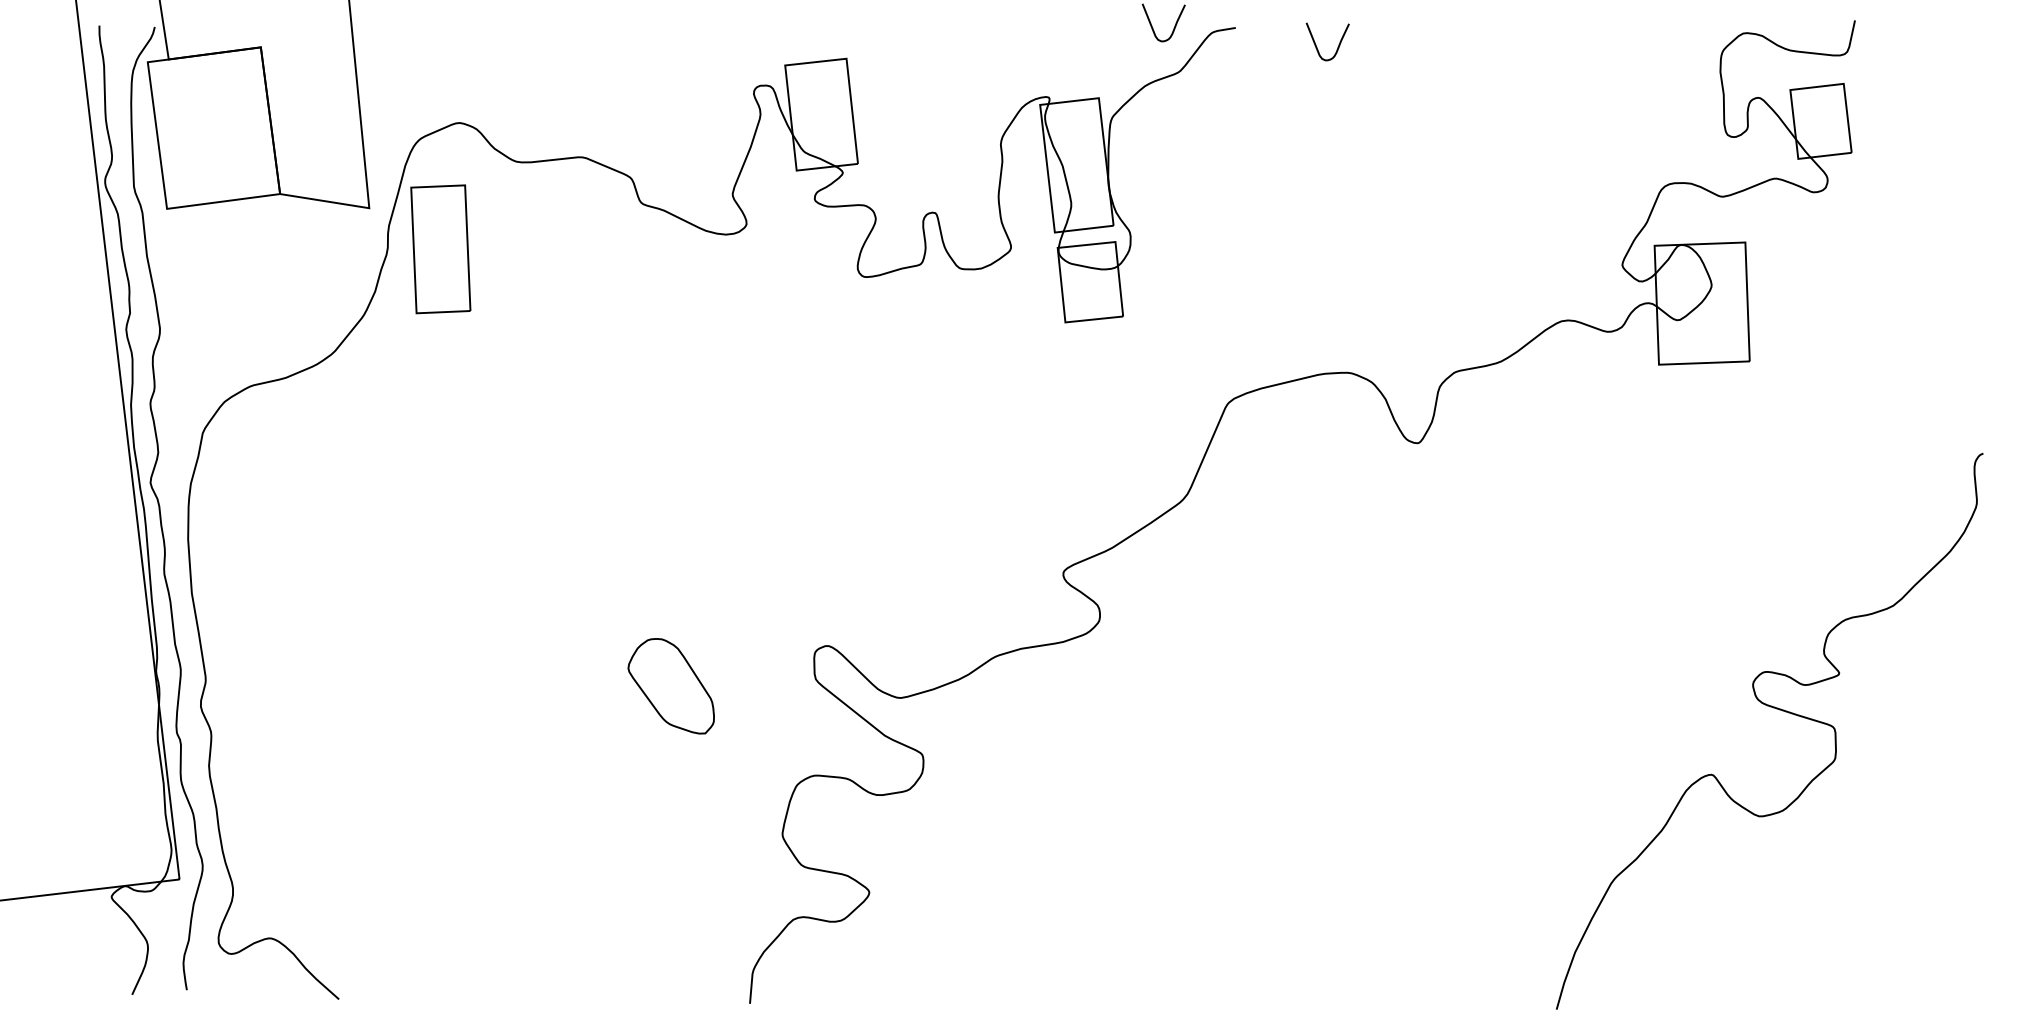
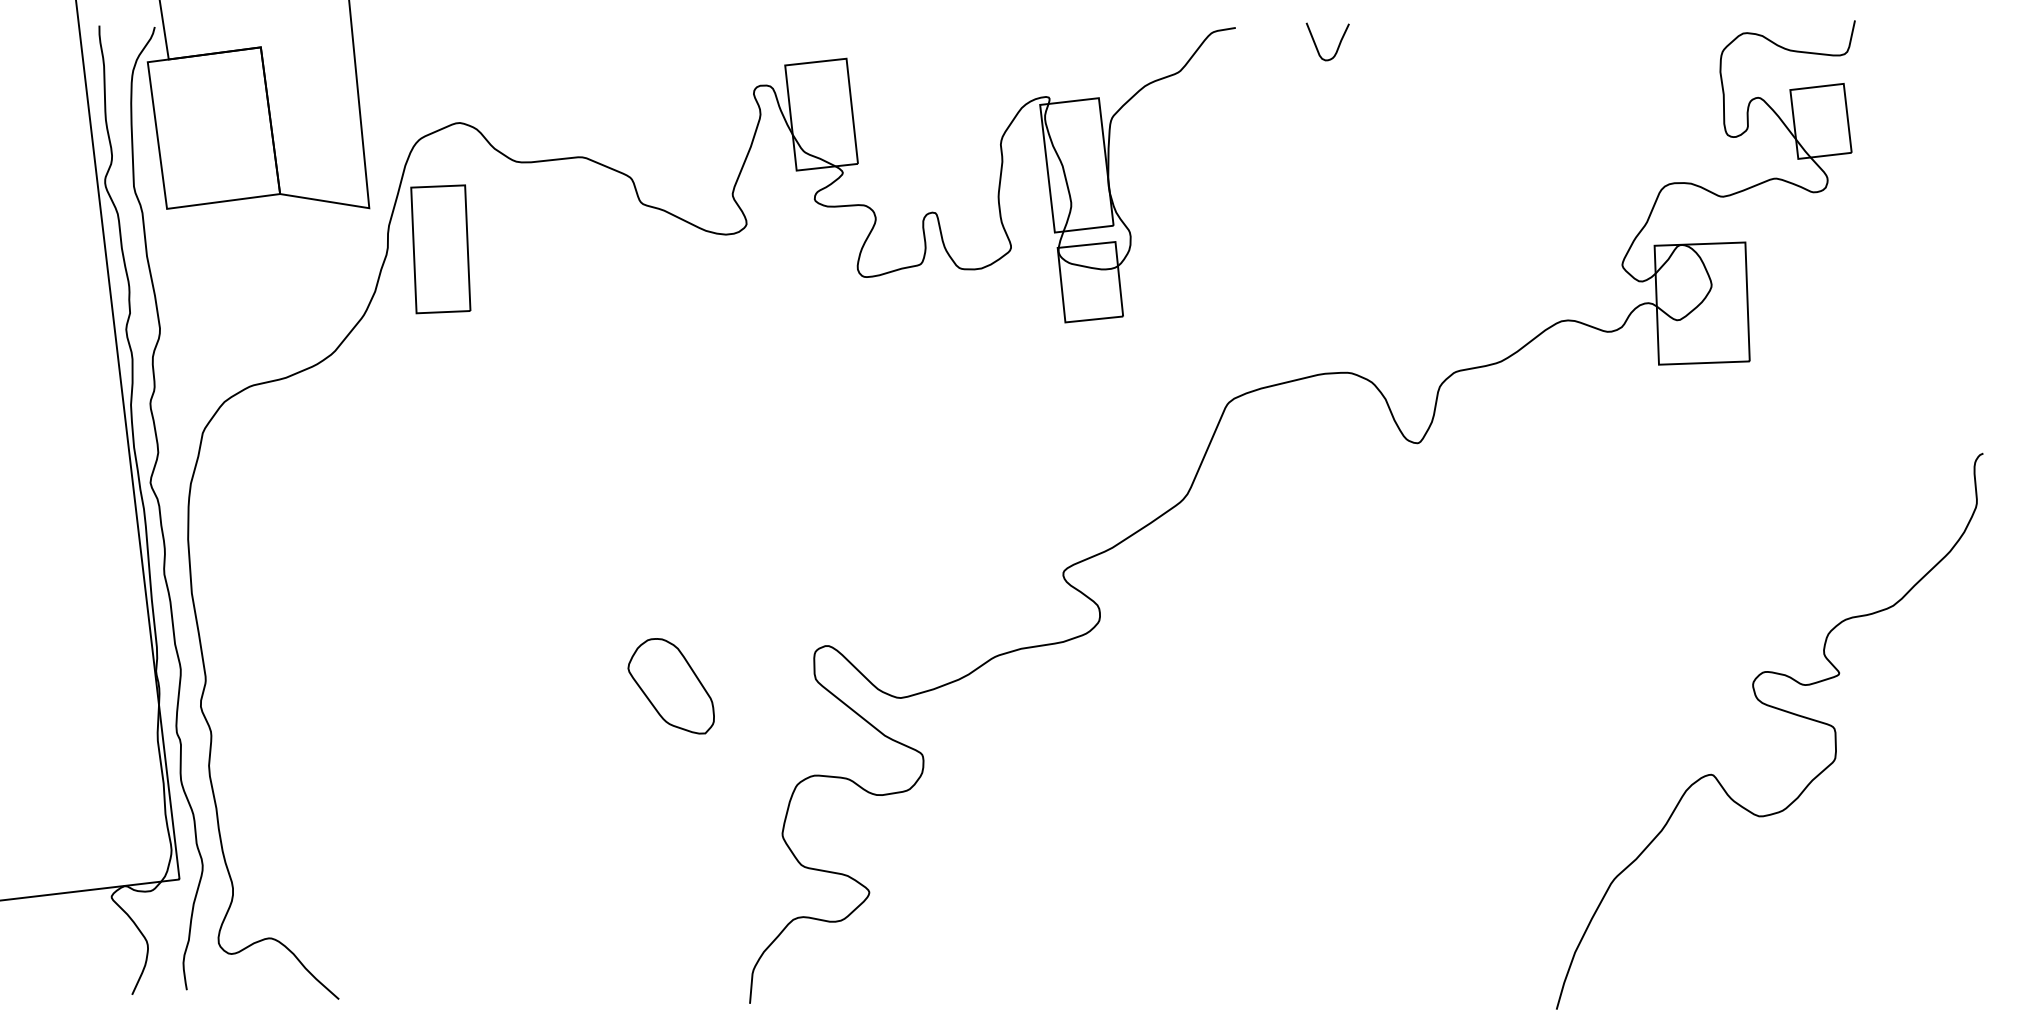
curve at (1152, 25): present -> none
